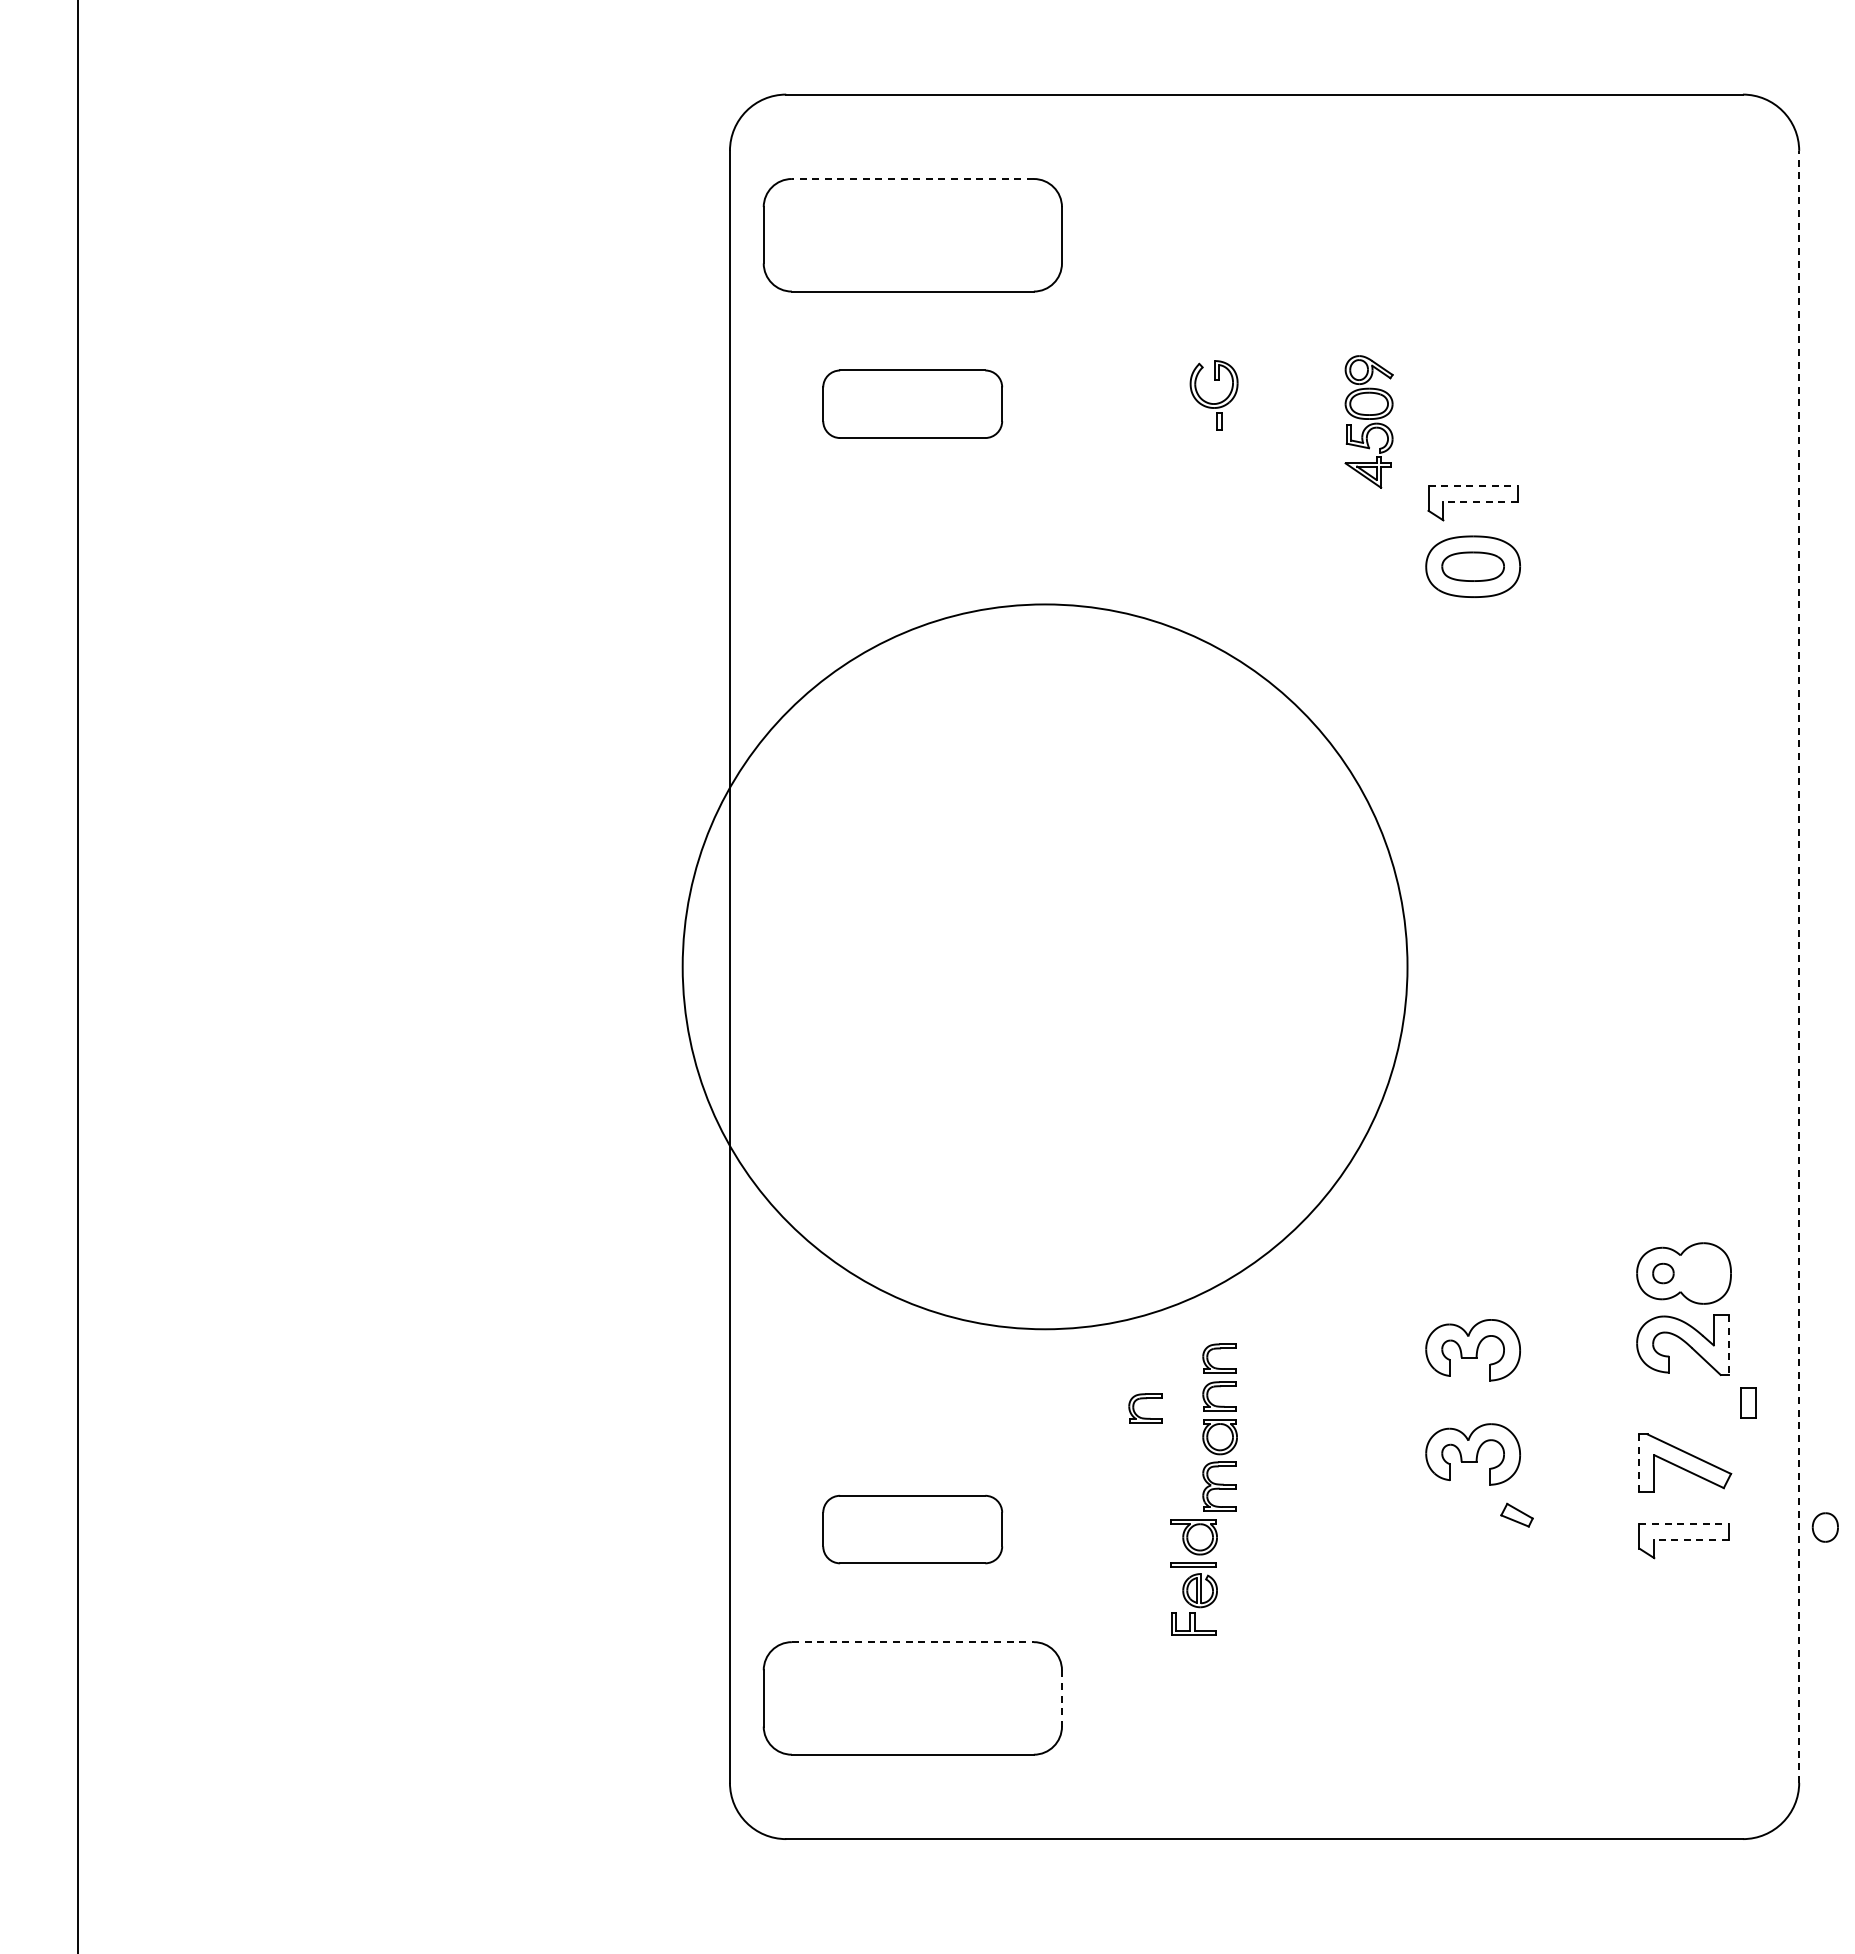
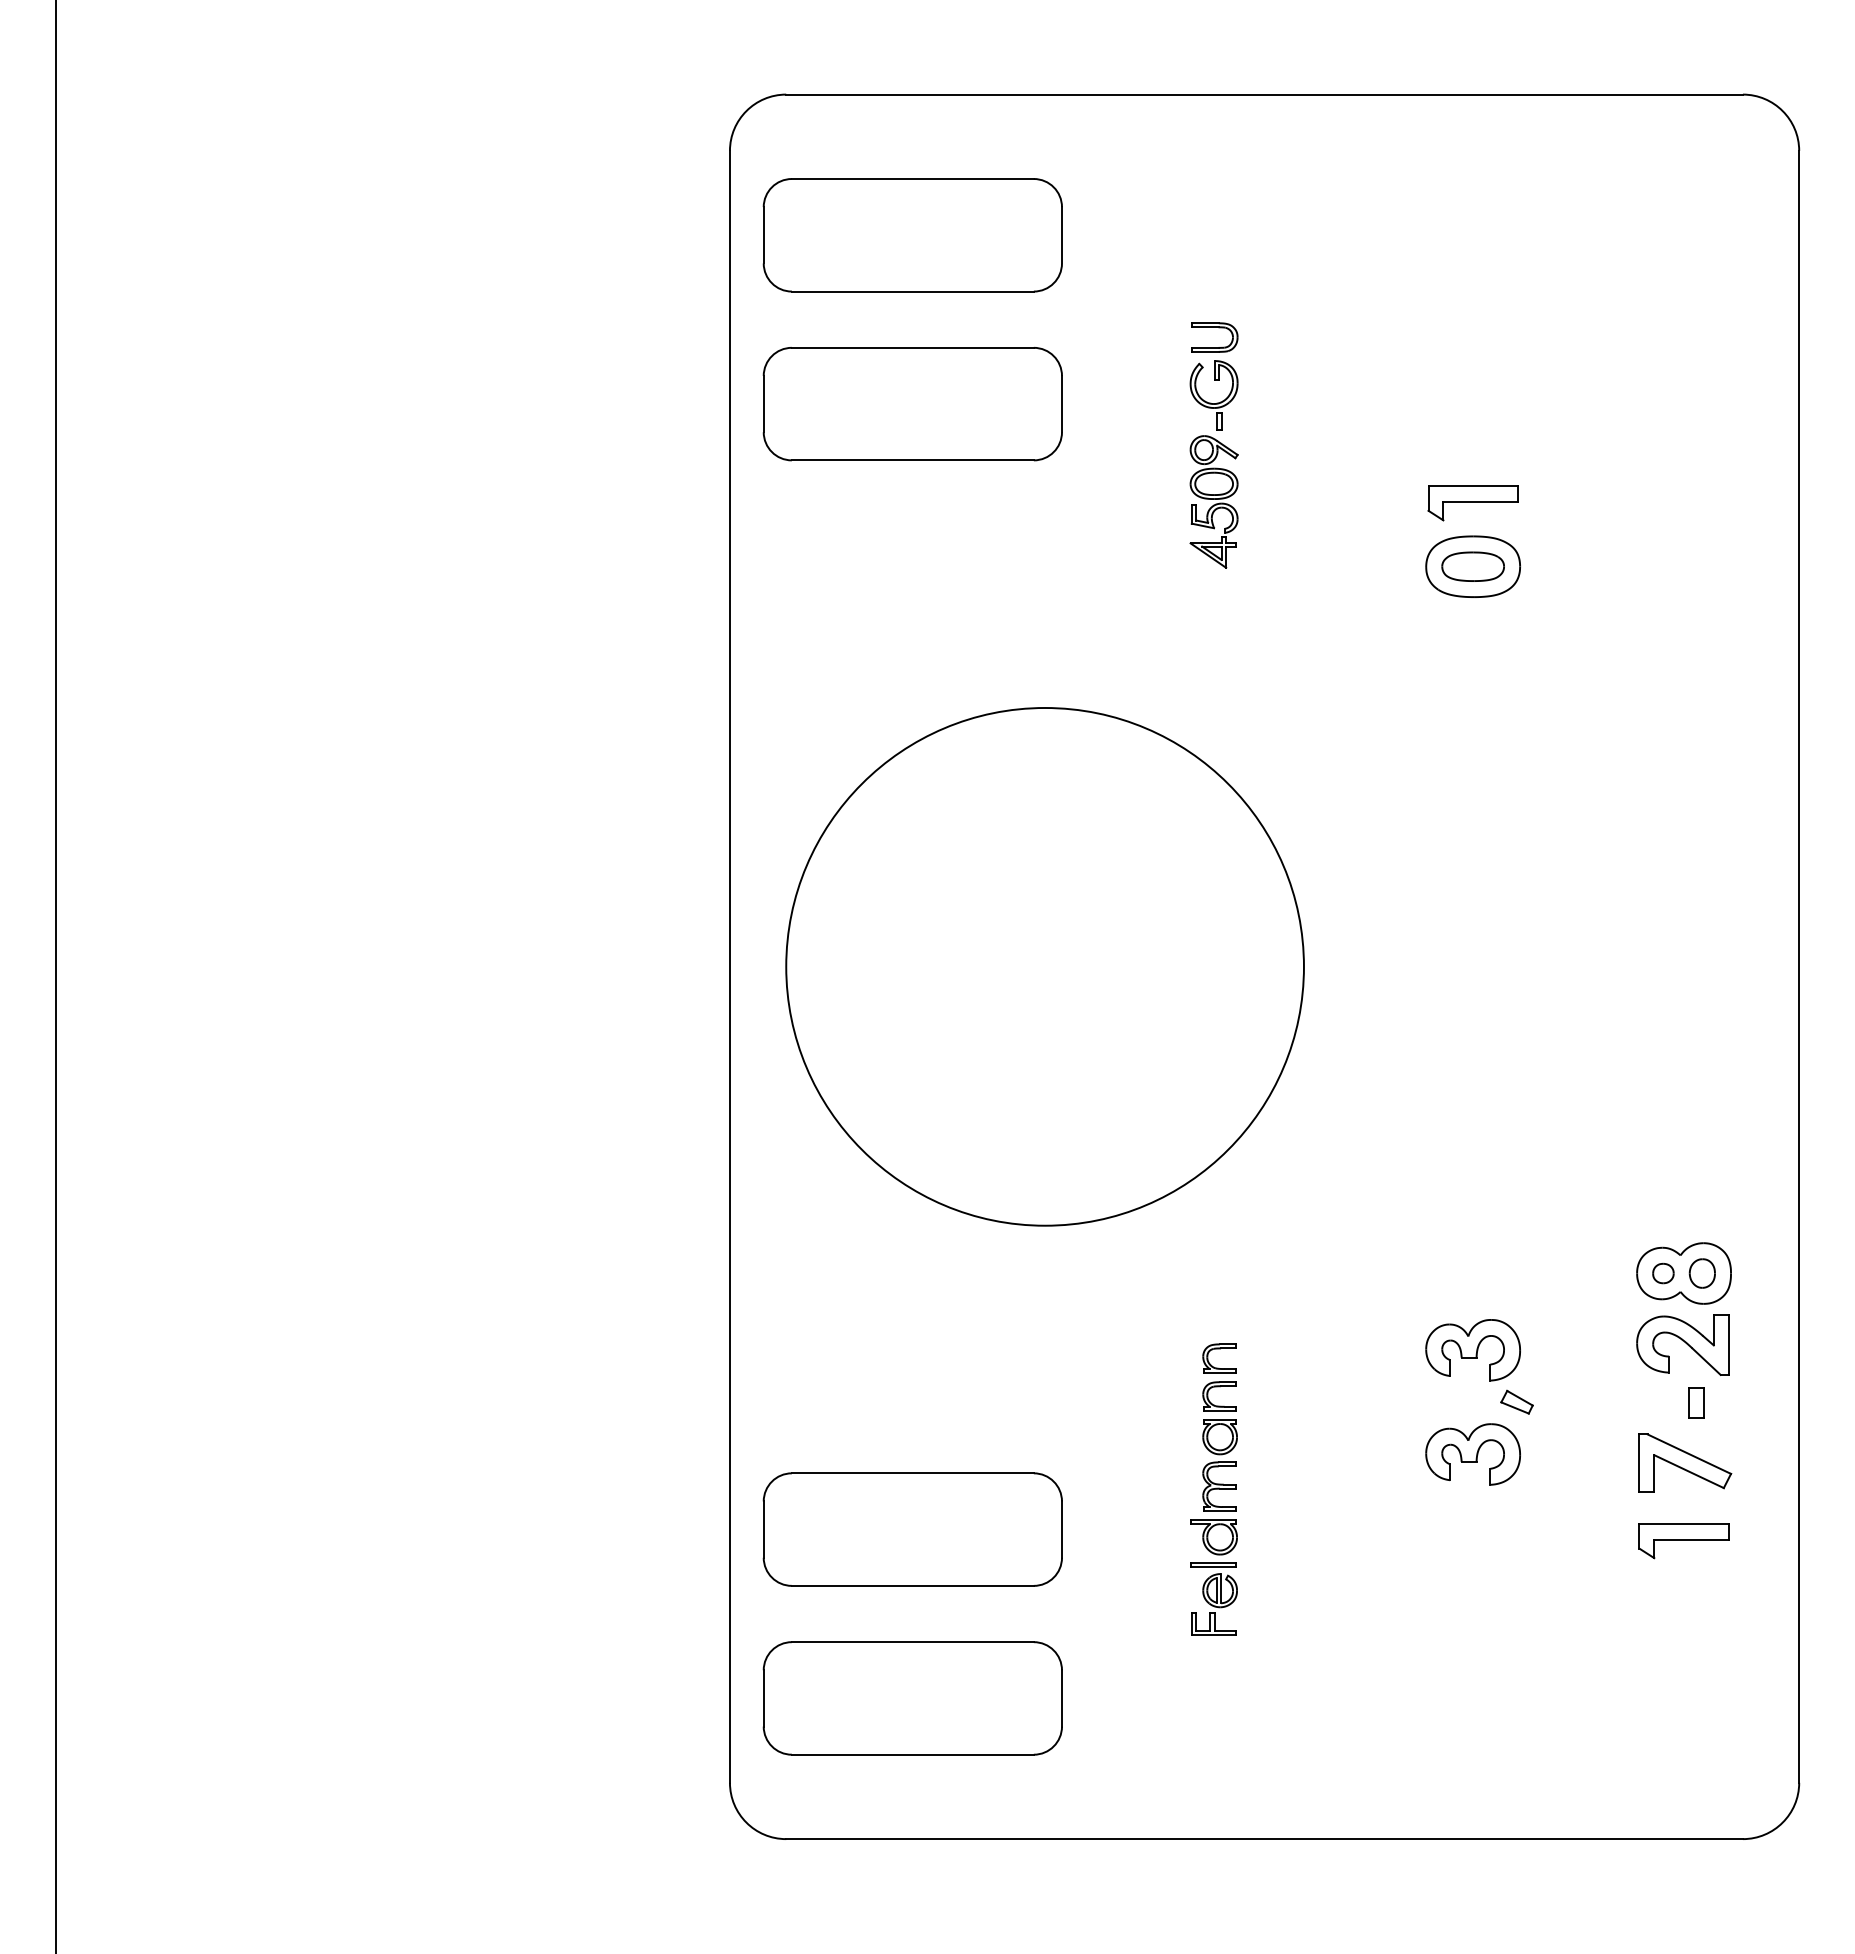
line at (912, 179): dashed -> solid
part at (1214, 327): none -> present
part at (912, 403) size: 182x70 px -> 301x115 px
part at (1368, 421) position: (1368, 421) -> (1213, 501)
line at (1473, 486): dashed -> solid
line at (1480, 502): dashed -> solid
circle at (1044, 966) diameter: 725 px -> 518 px
line at (1799, 966): dashed -> solid
line at (77, 976) position: (77, 976) -> (55, 976)
line at (1728, 1345): dashed -> solid
part at (1145, 1399): present -> none
part at (1748, 1402) position: (1748, 1402) -> (1696, 1402)
line at (1639, 1463): dashed -> solid
part at (1516, 1514) position: (1516, 1514) -> (1516, 1401)
line at (1684, 1523): dashed -> solid
part at (1824, 1527) position: (1824, 1527) -> (1701, 1273)
part at (912, 1529) size: 182x71 px -> 301x115 px
line at (1691, 1539): dashed -> solid
part at (1193, 1577) position: (1193, 1577) -> (1213, 1577)
line at (912, 1642): dashed -> solid
line at (1061, 1698): dashed -> solid
